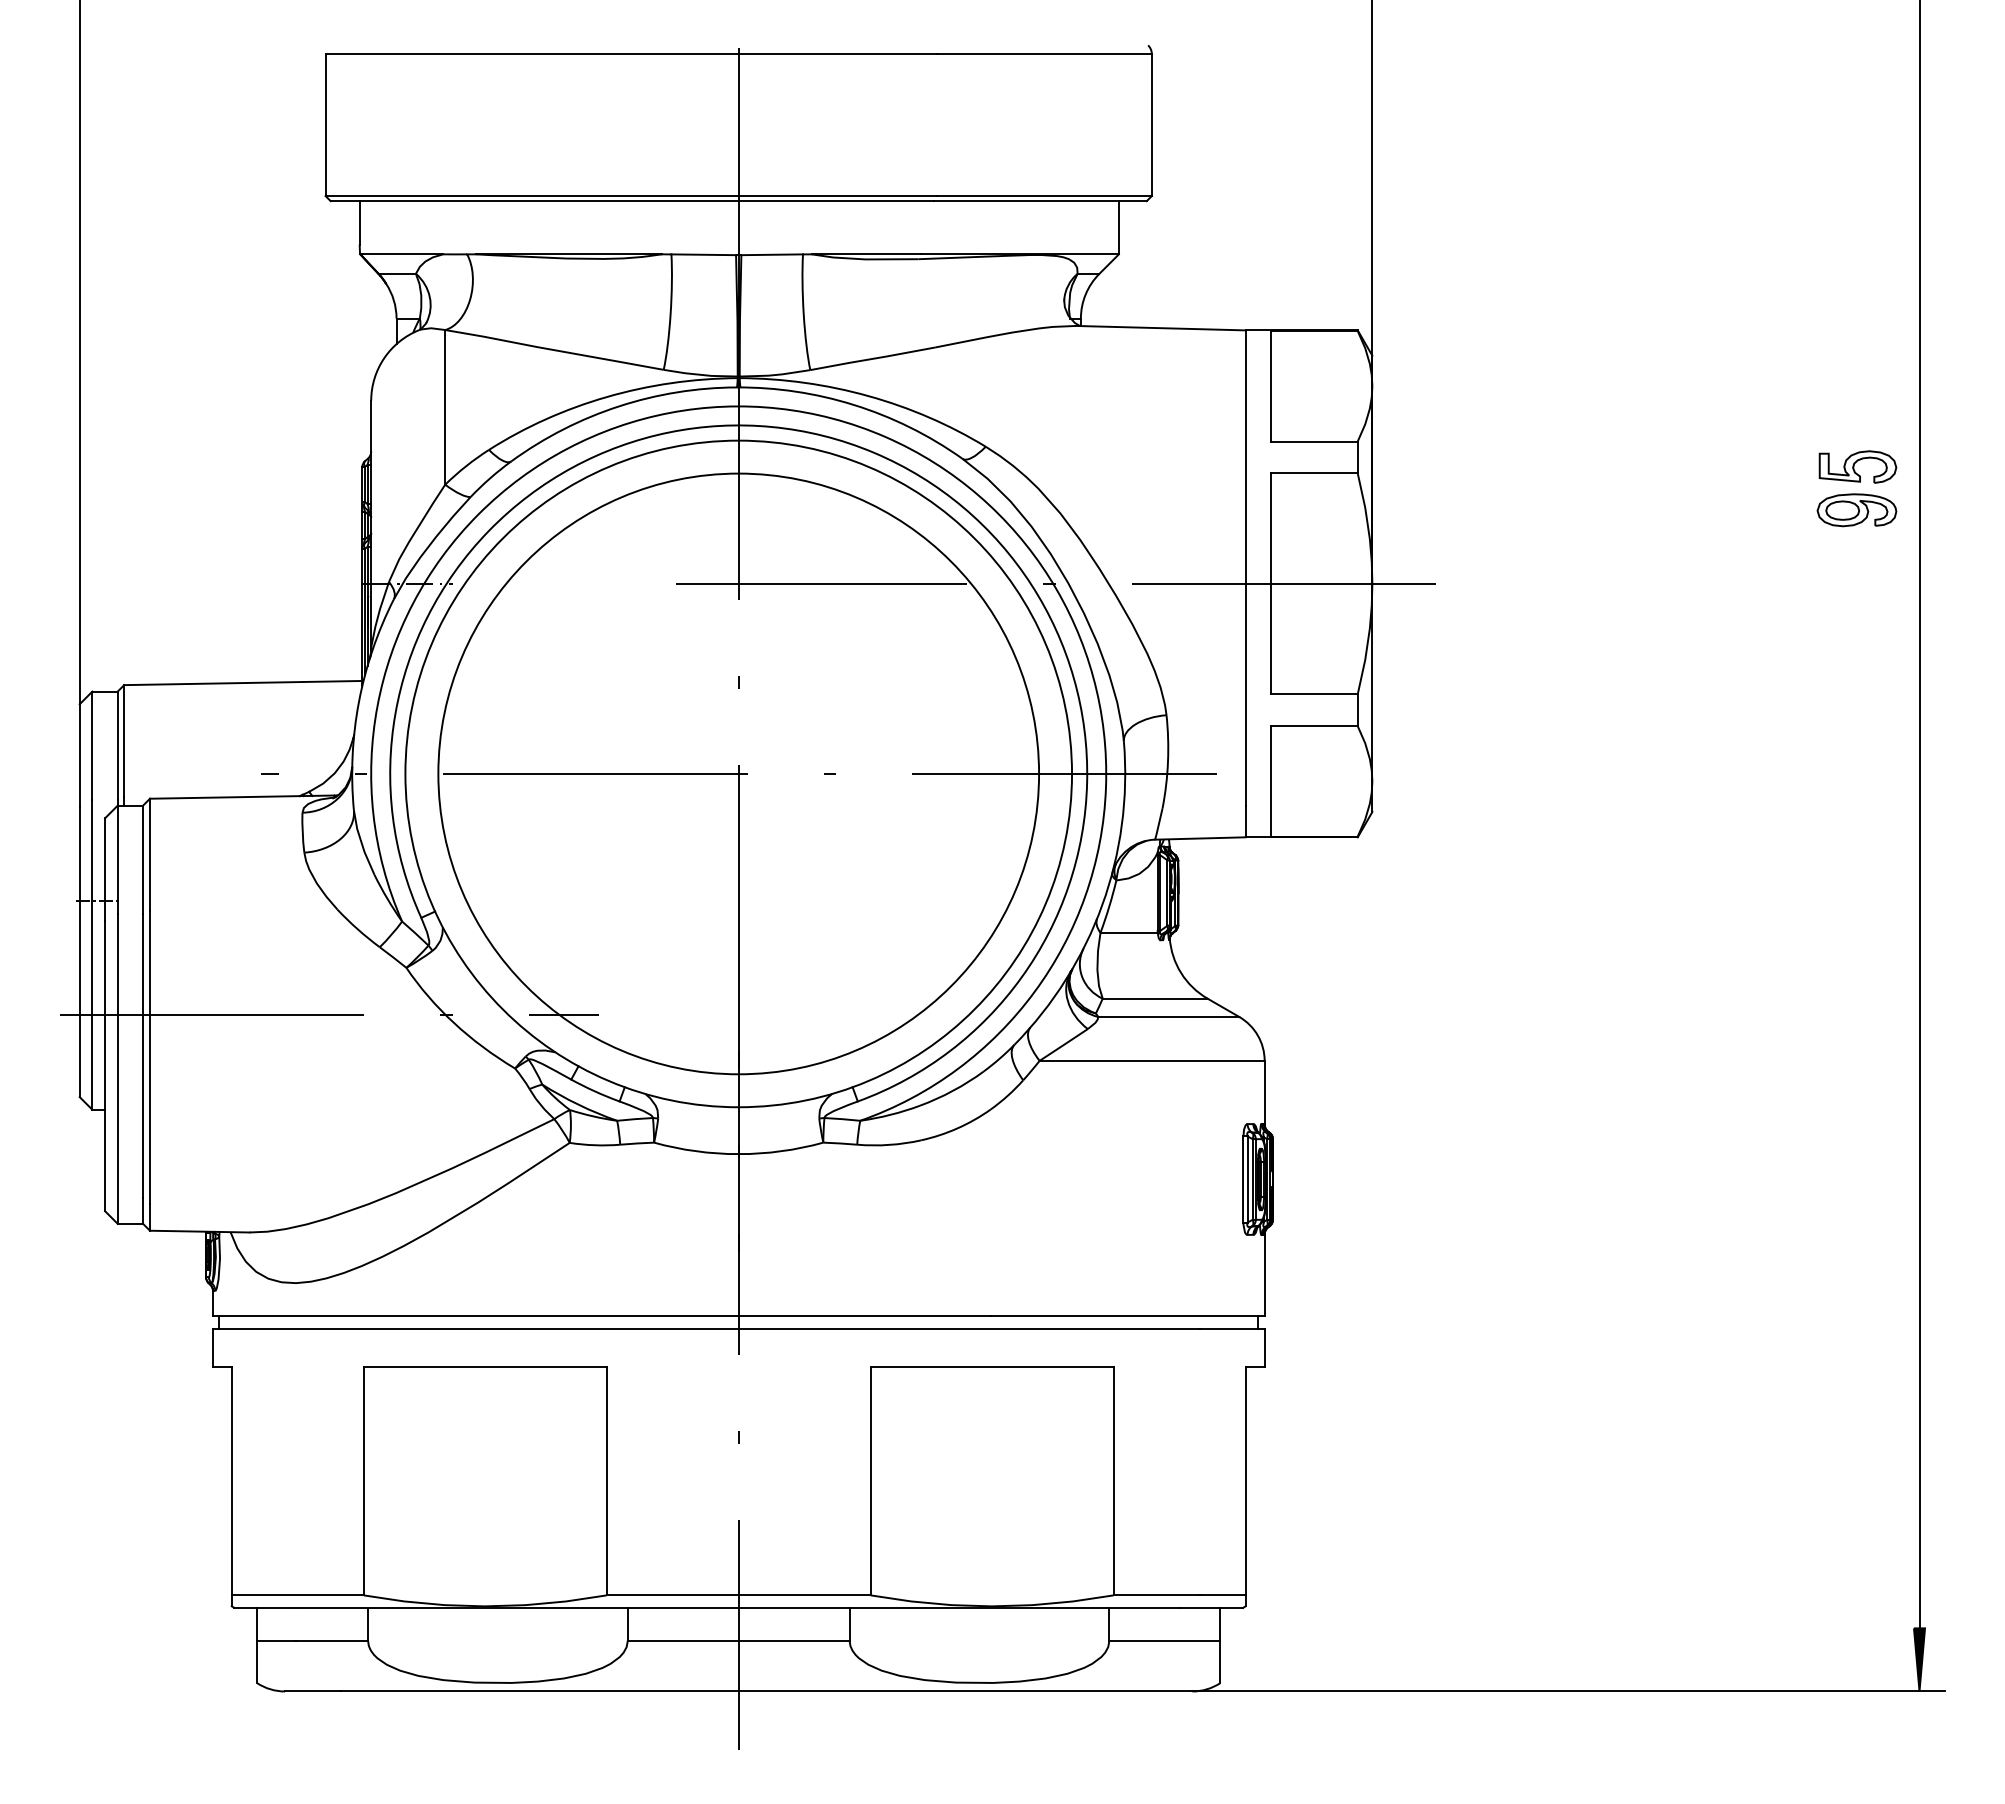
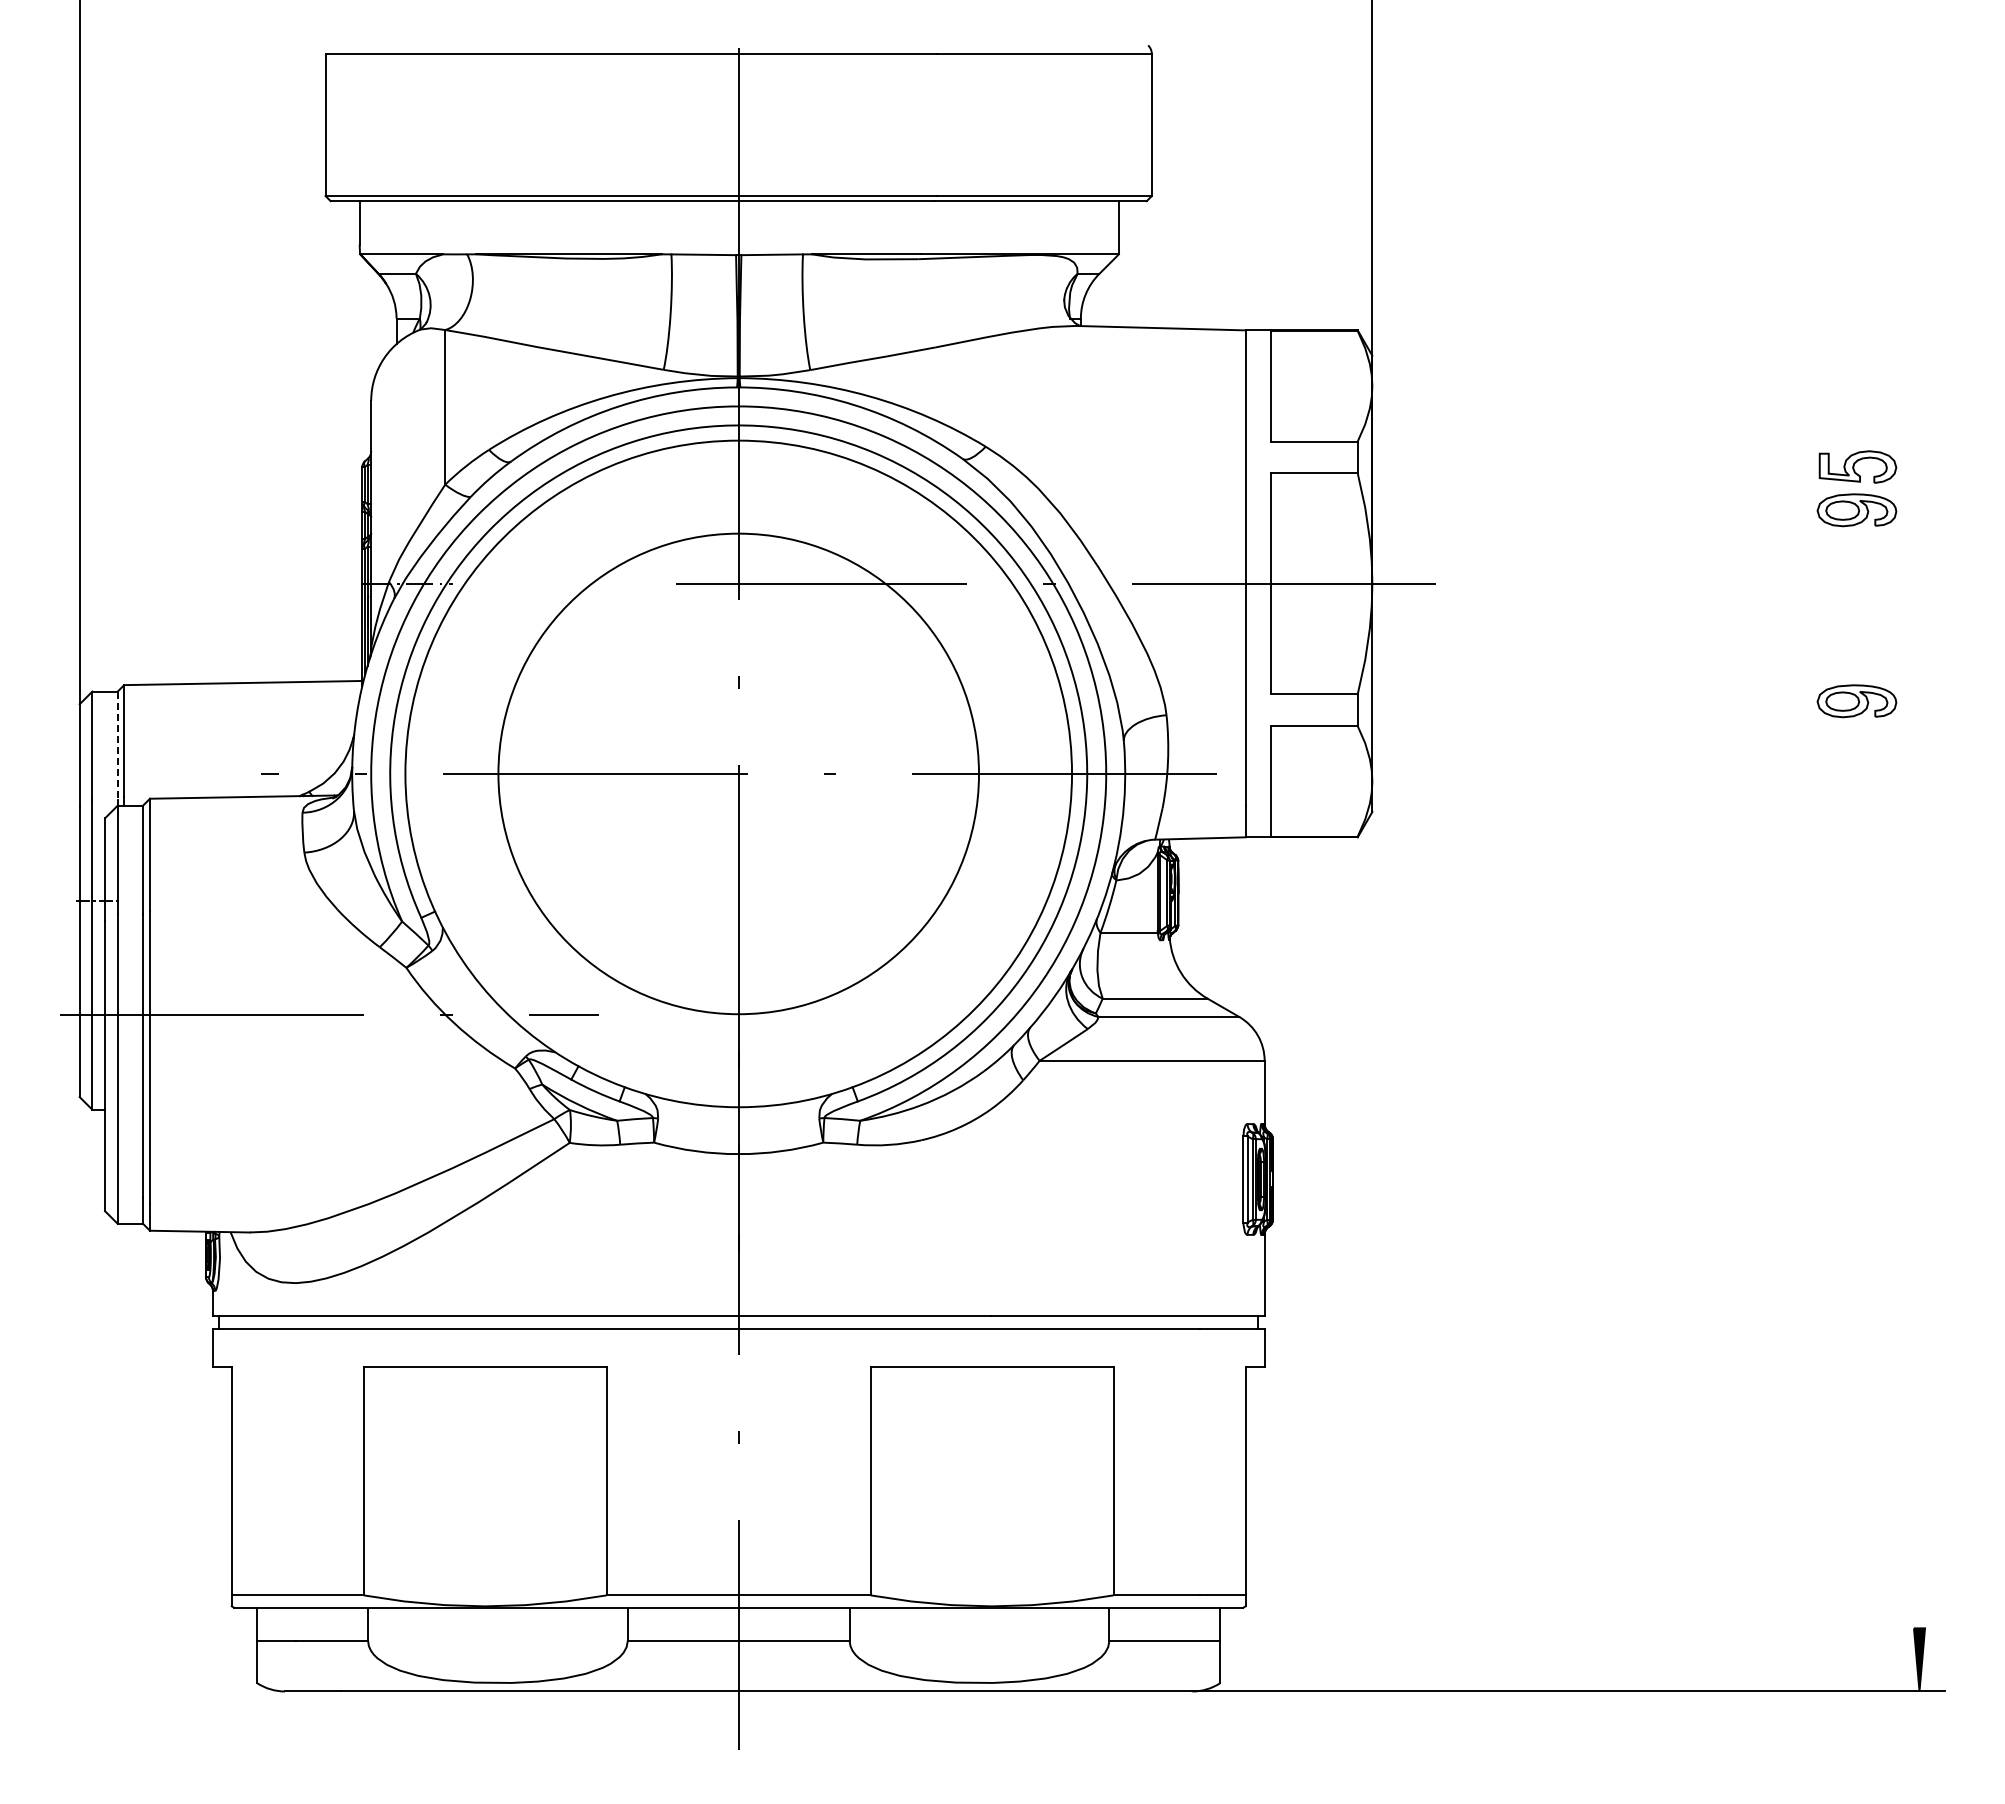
part at (1856, 701): none -> present
line at (117, 746): solid -> dashed
circle at (738, 773) diameter: 601 px -> 481 px
line at (1919, 815): present -> none
